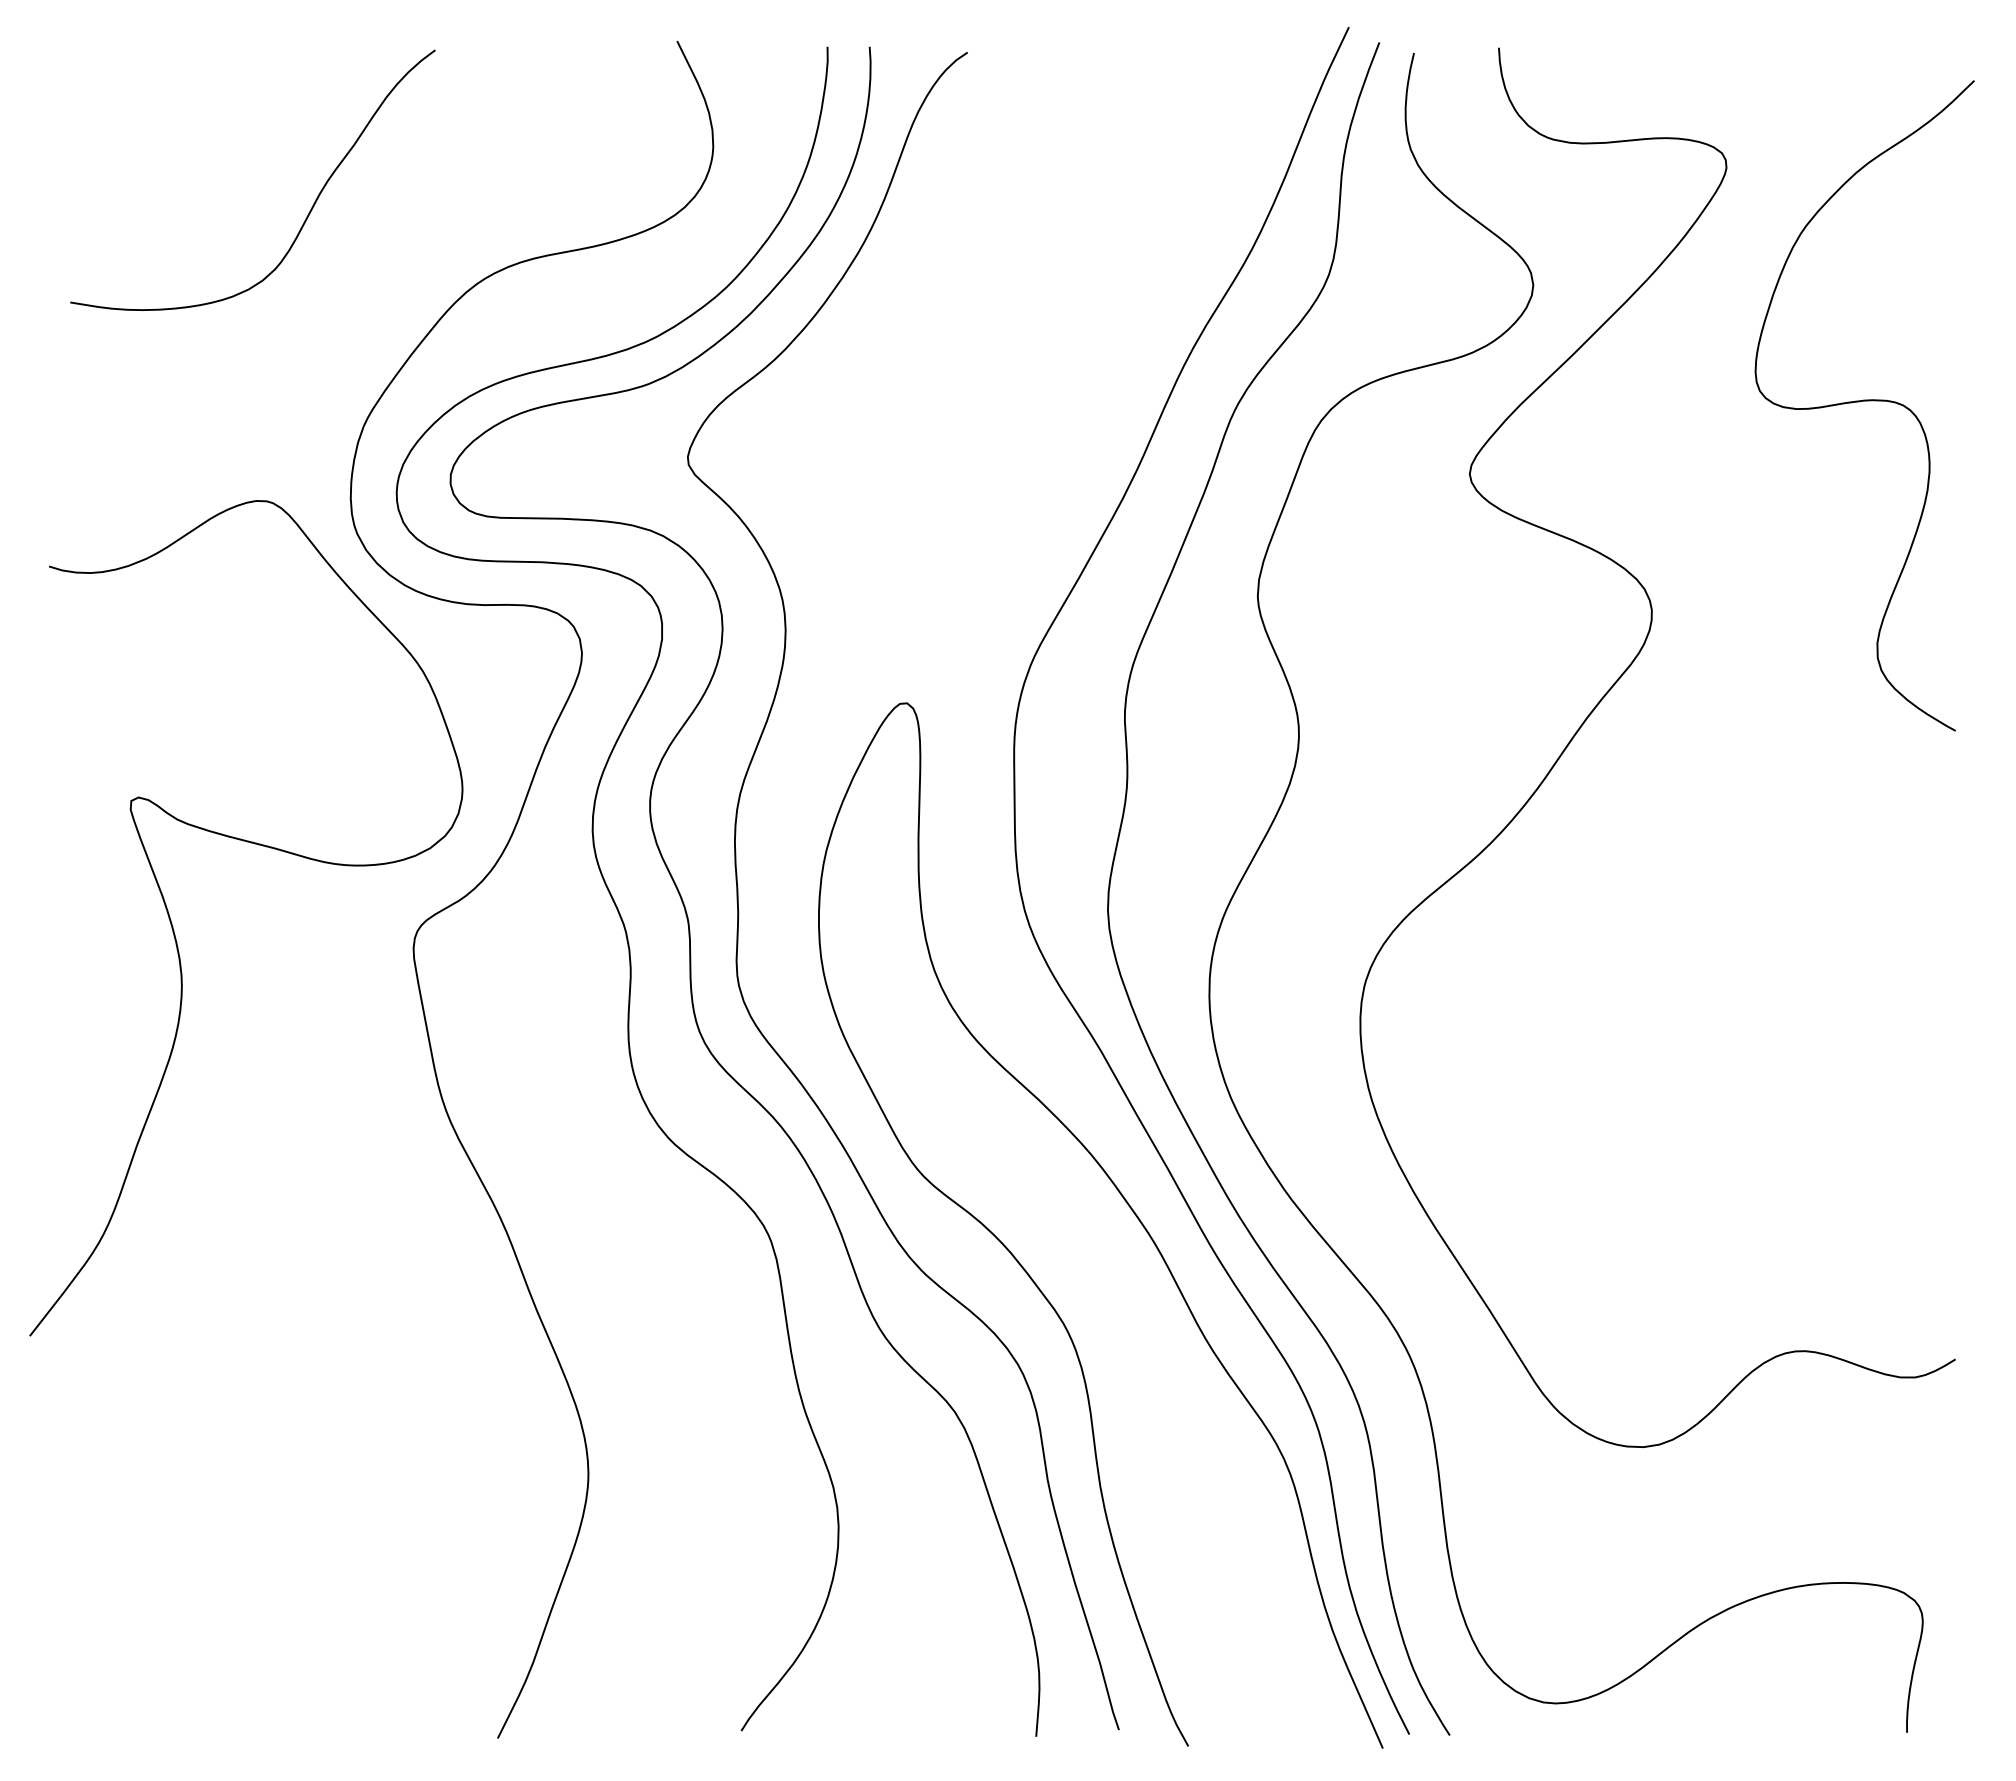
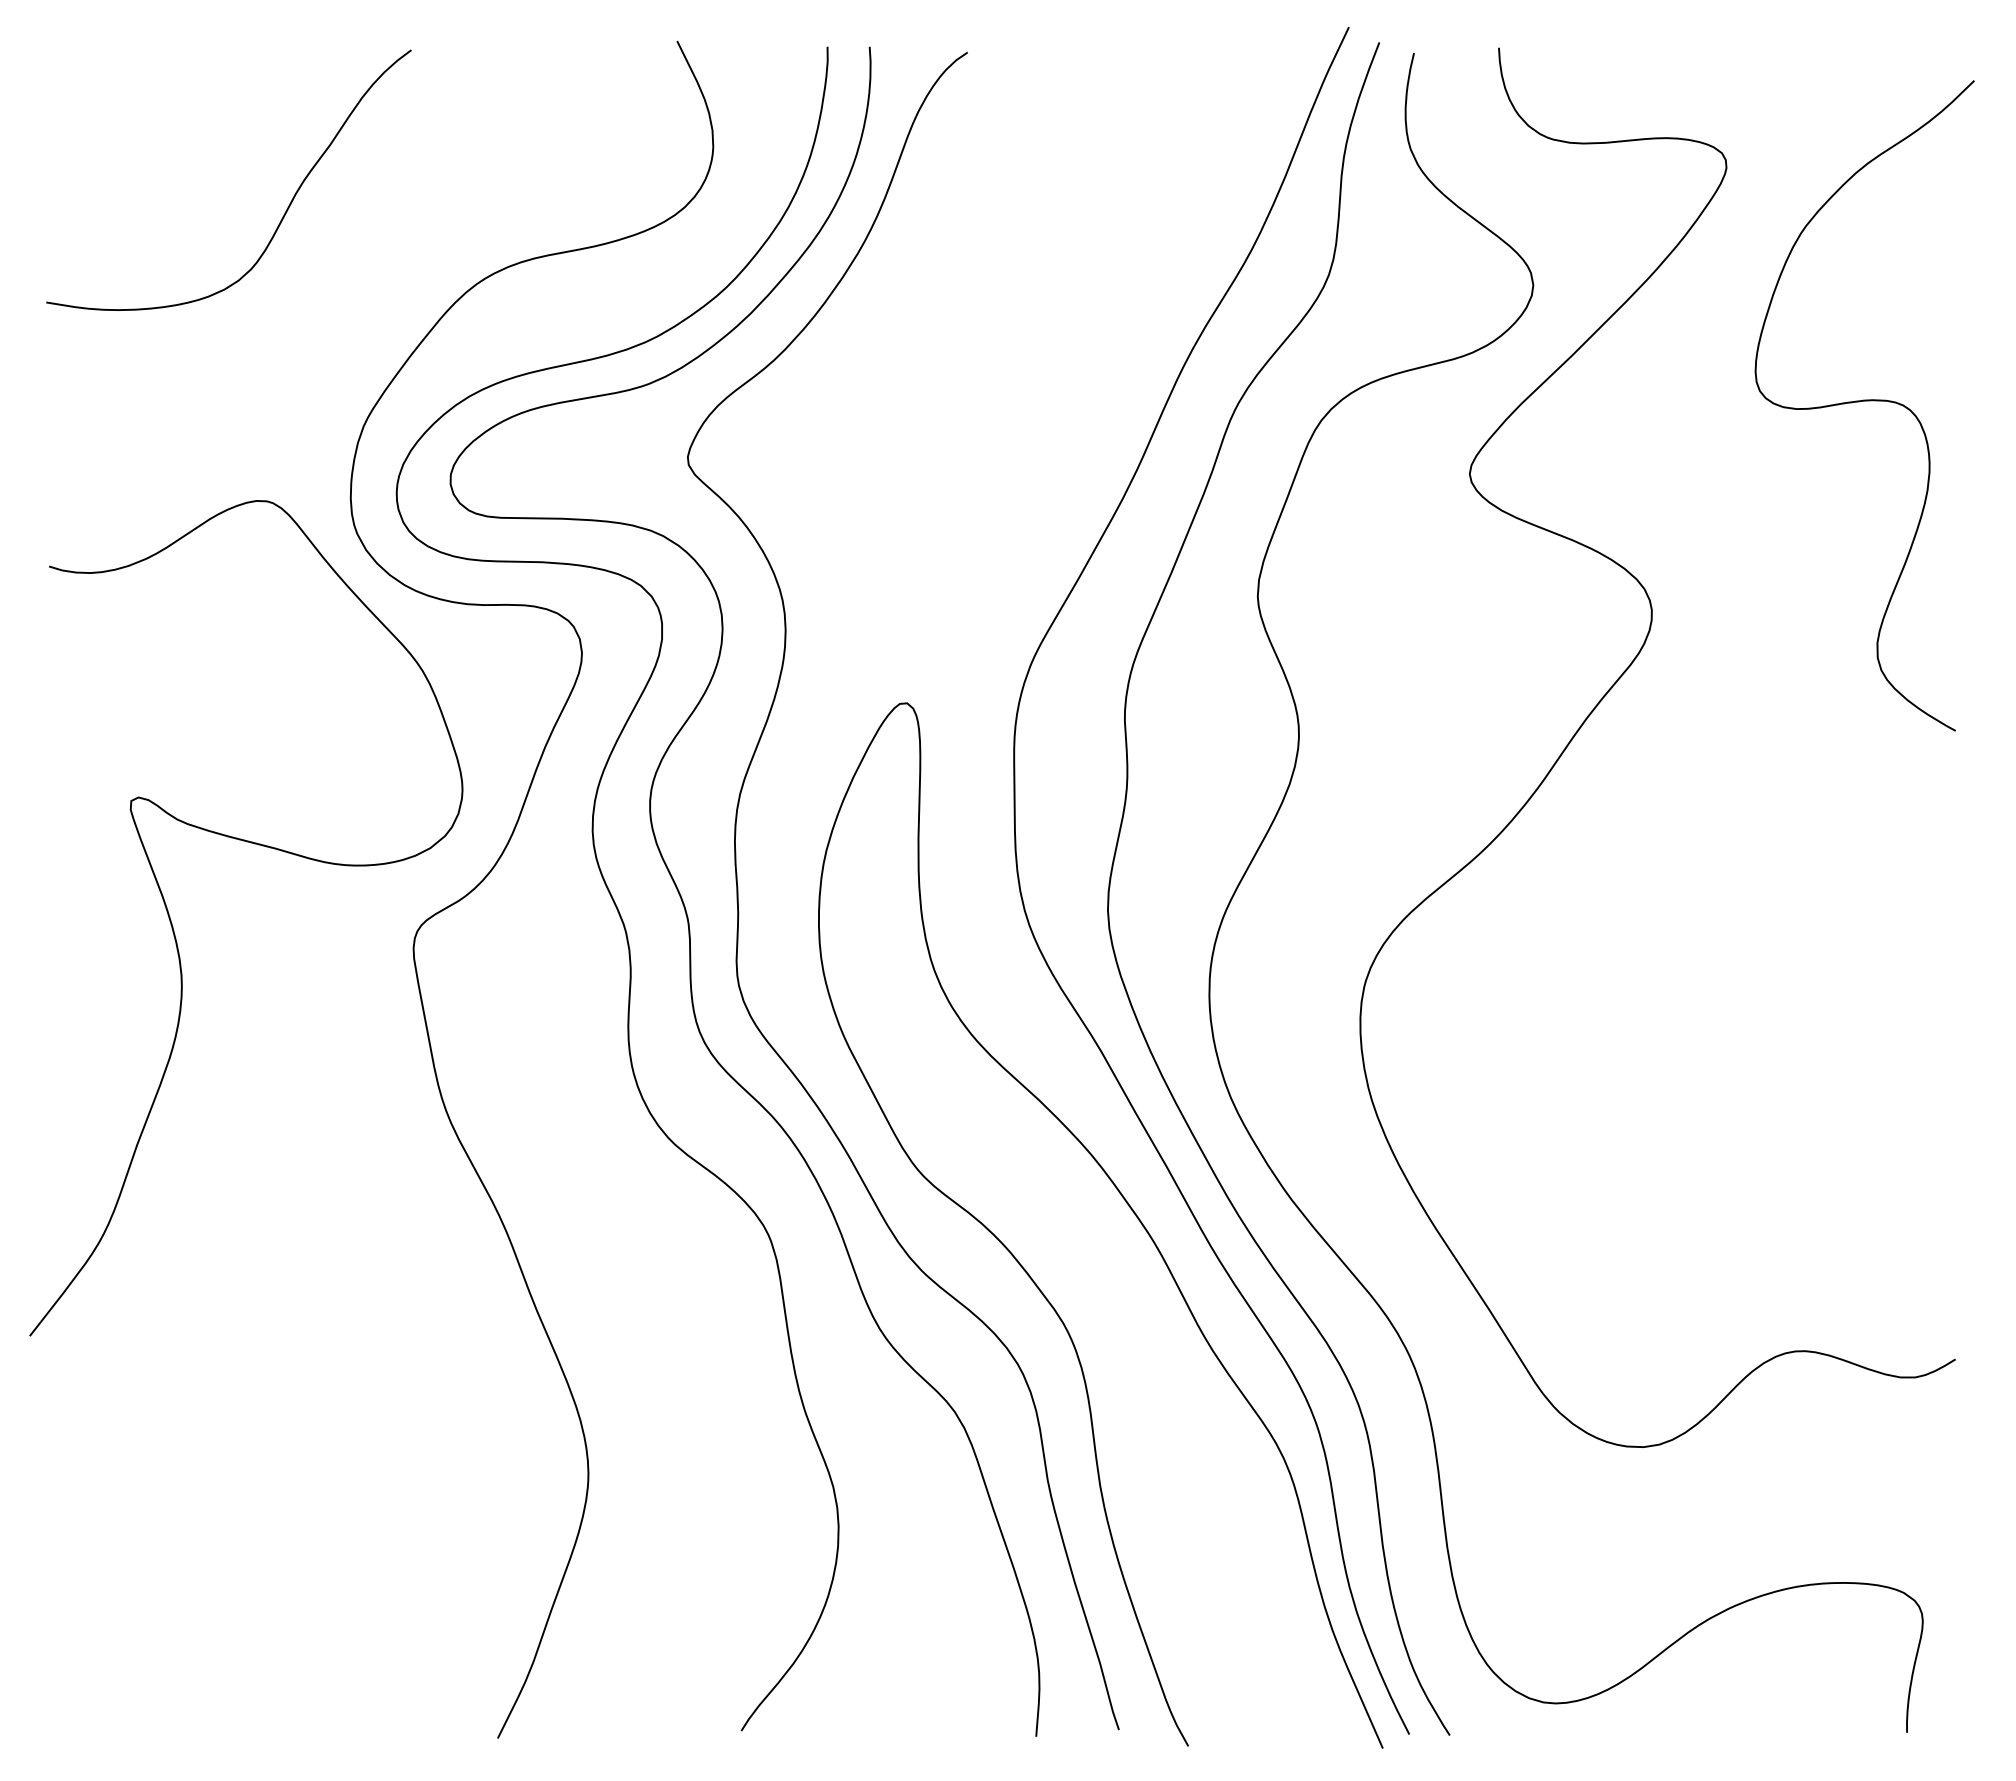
curve at (307, 214) position: (307, 214) -> (283, 214)
